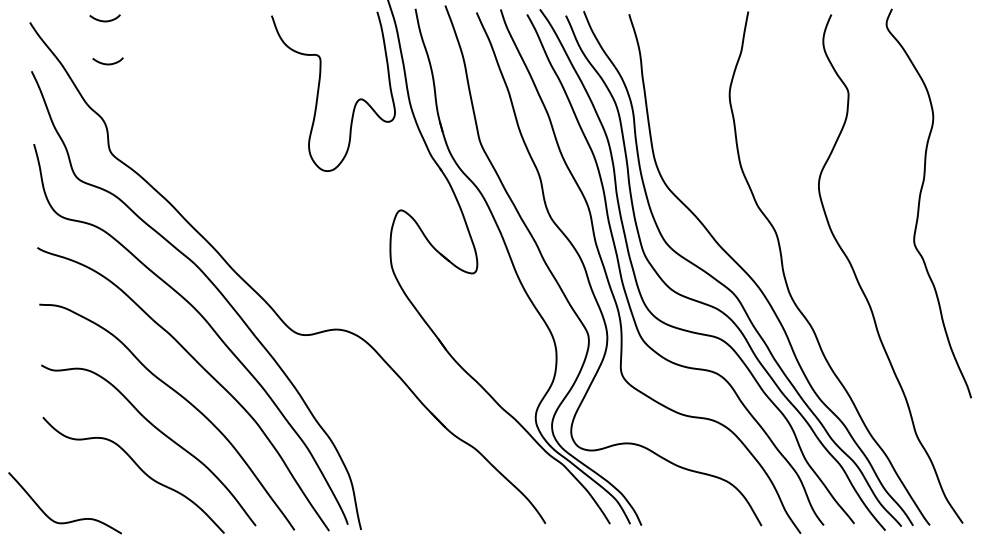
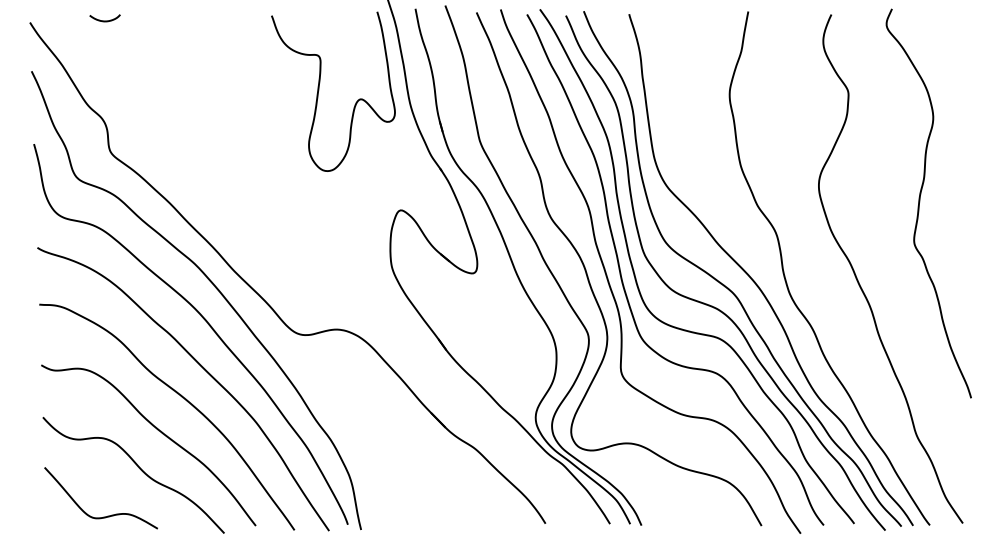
curve at (107, 63): present -> none
curve at (67, 521) position: (67, 521) -> (103, 516)
